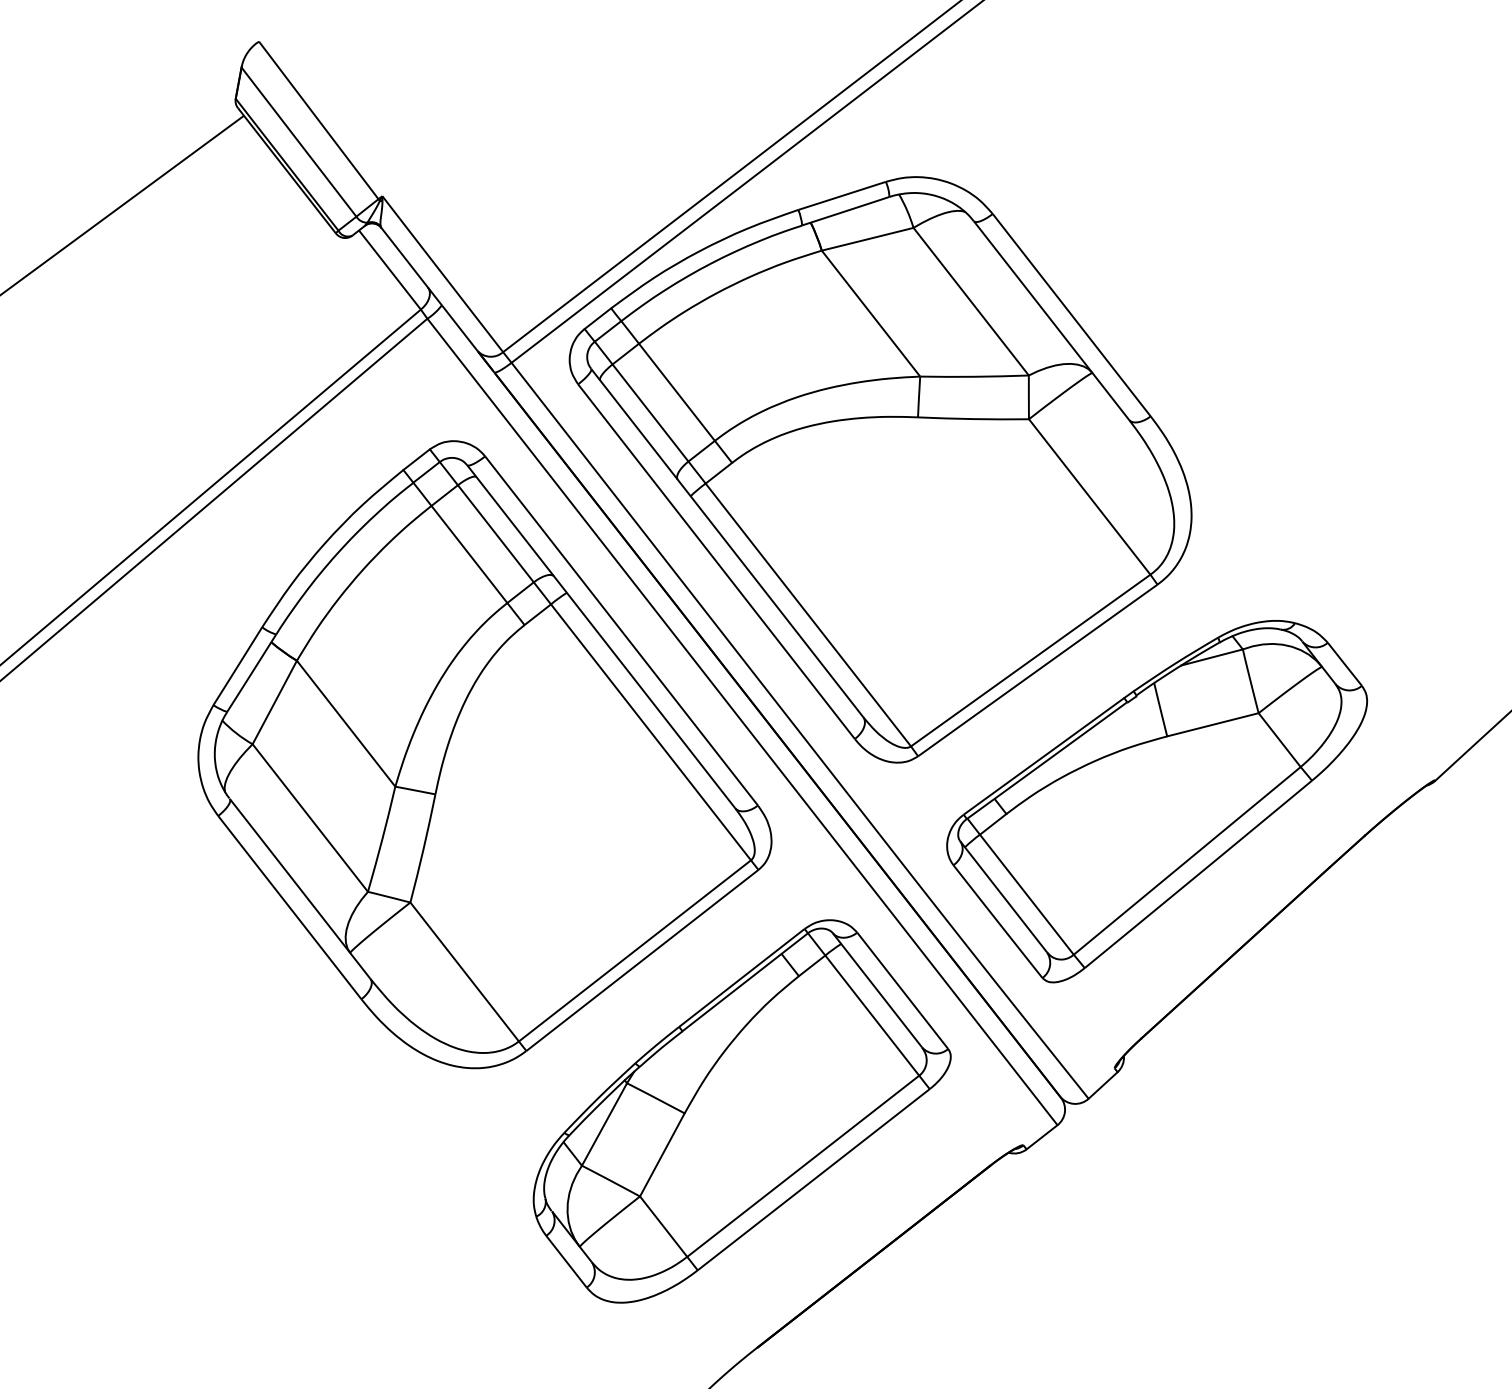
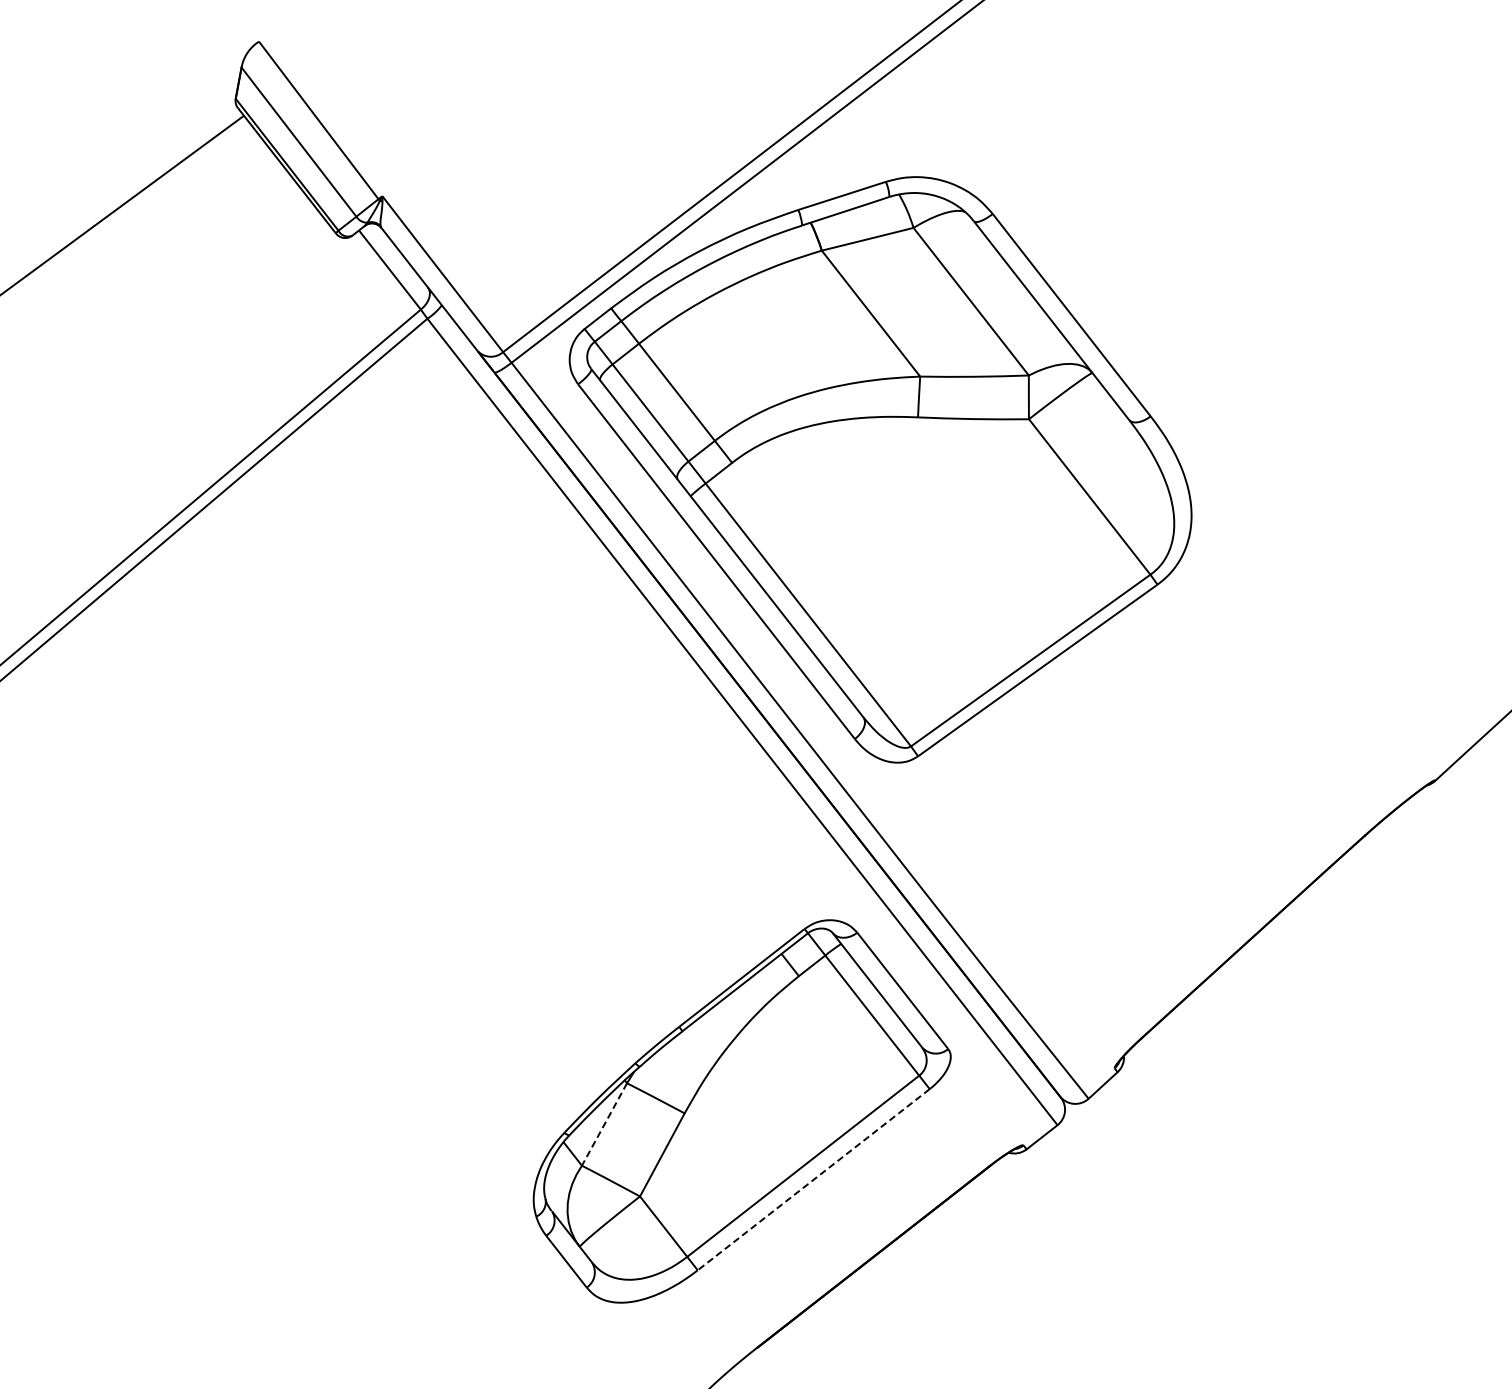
part at (484, 754): present -> none
part at (1157, 801): present -> none
line at (604, 1124): solid -> dashed
line at (813, 1179): solid -> dashed
